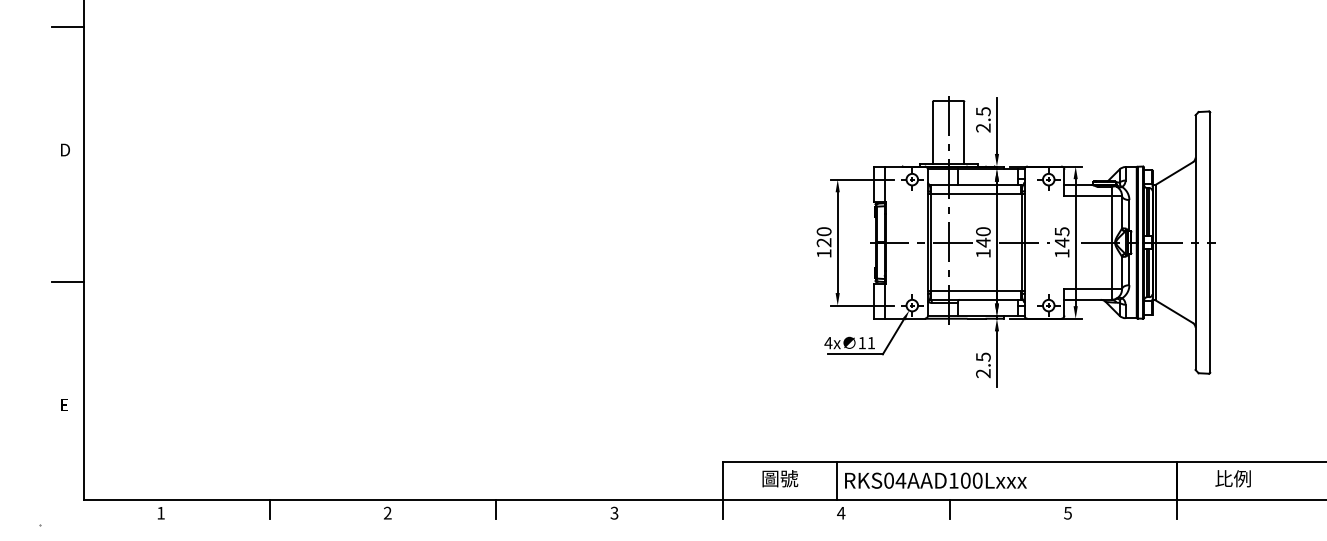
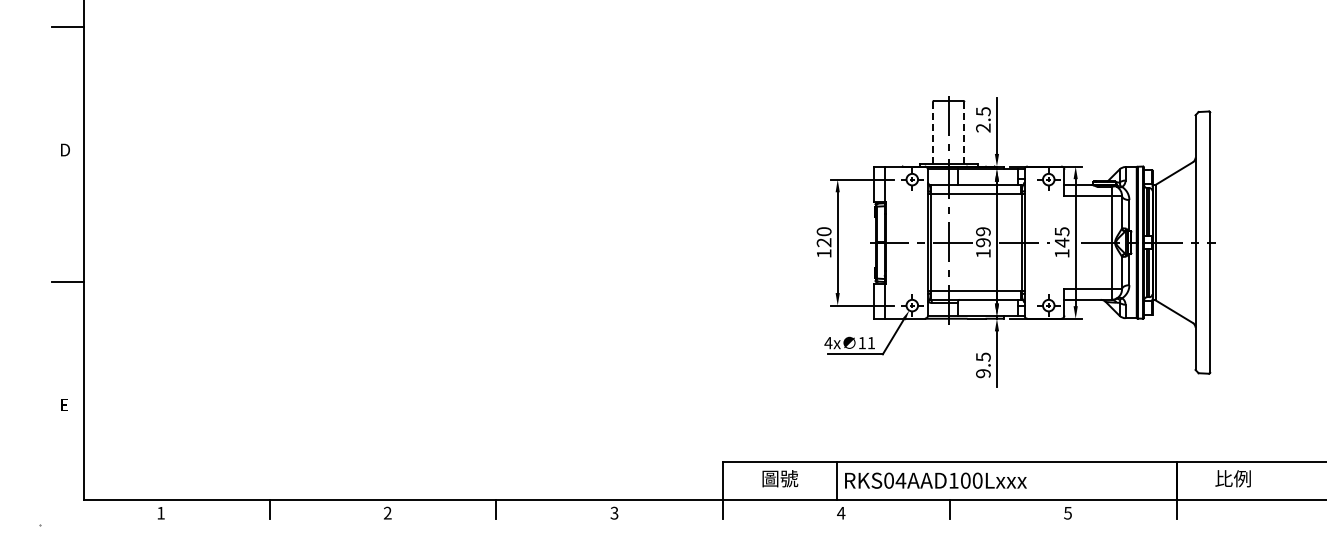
line at (932, 132): solid -> dashed
line at (964, 132): solid -> dashed
text at (983, 237): 140 -> 199
text at (983, 373): 2.5 -> 9.5
